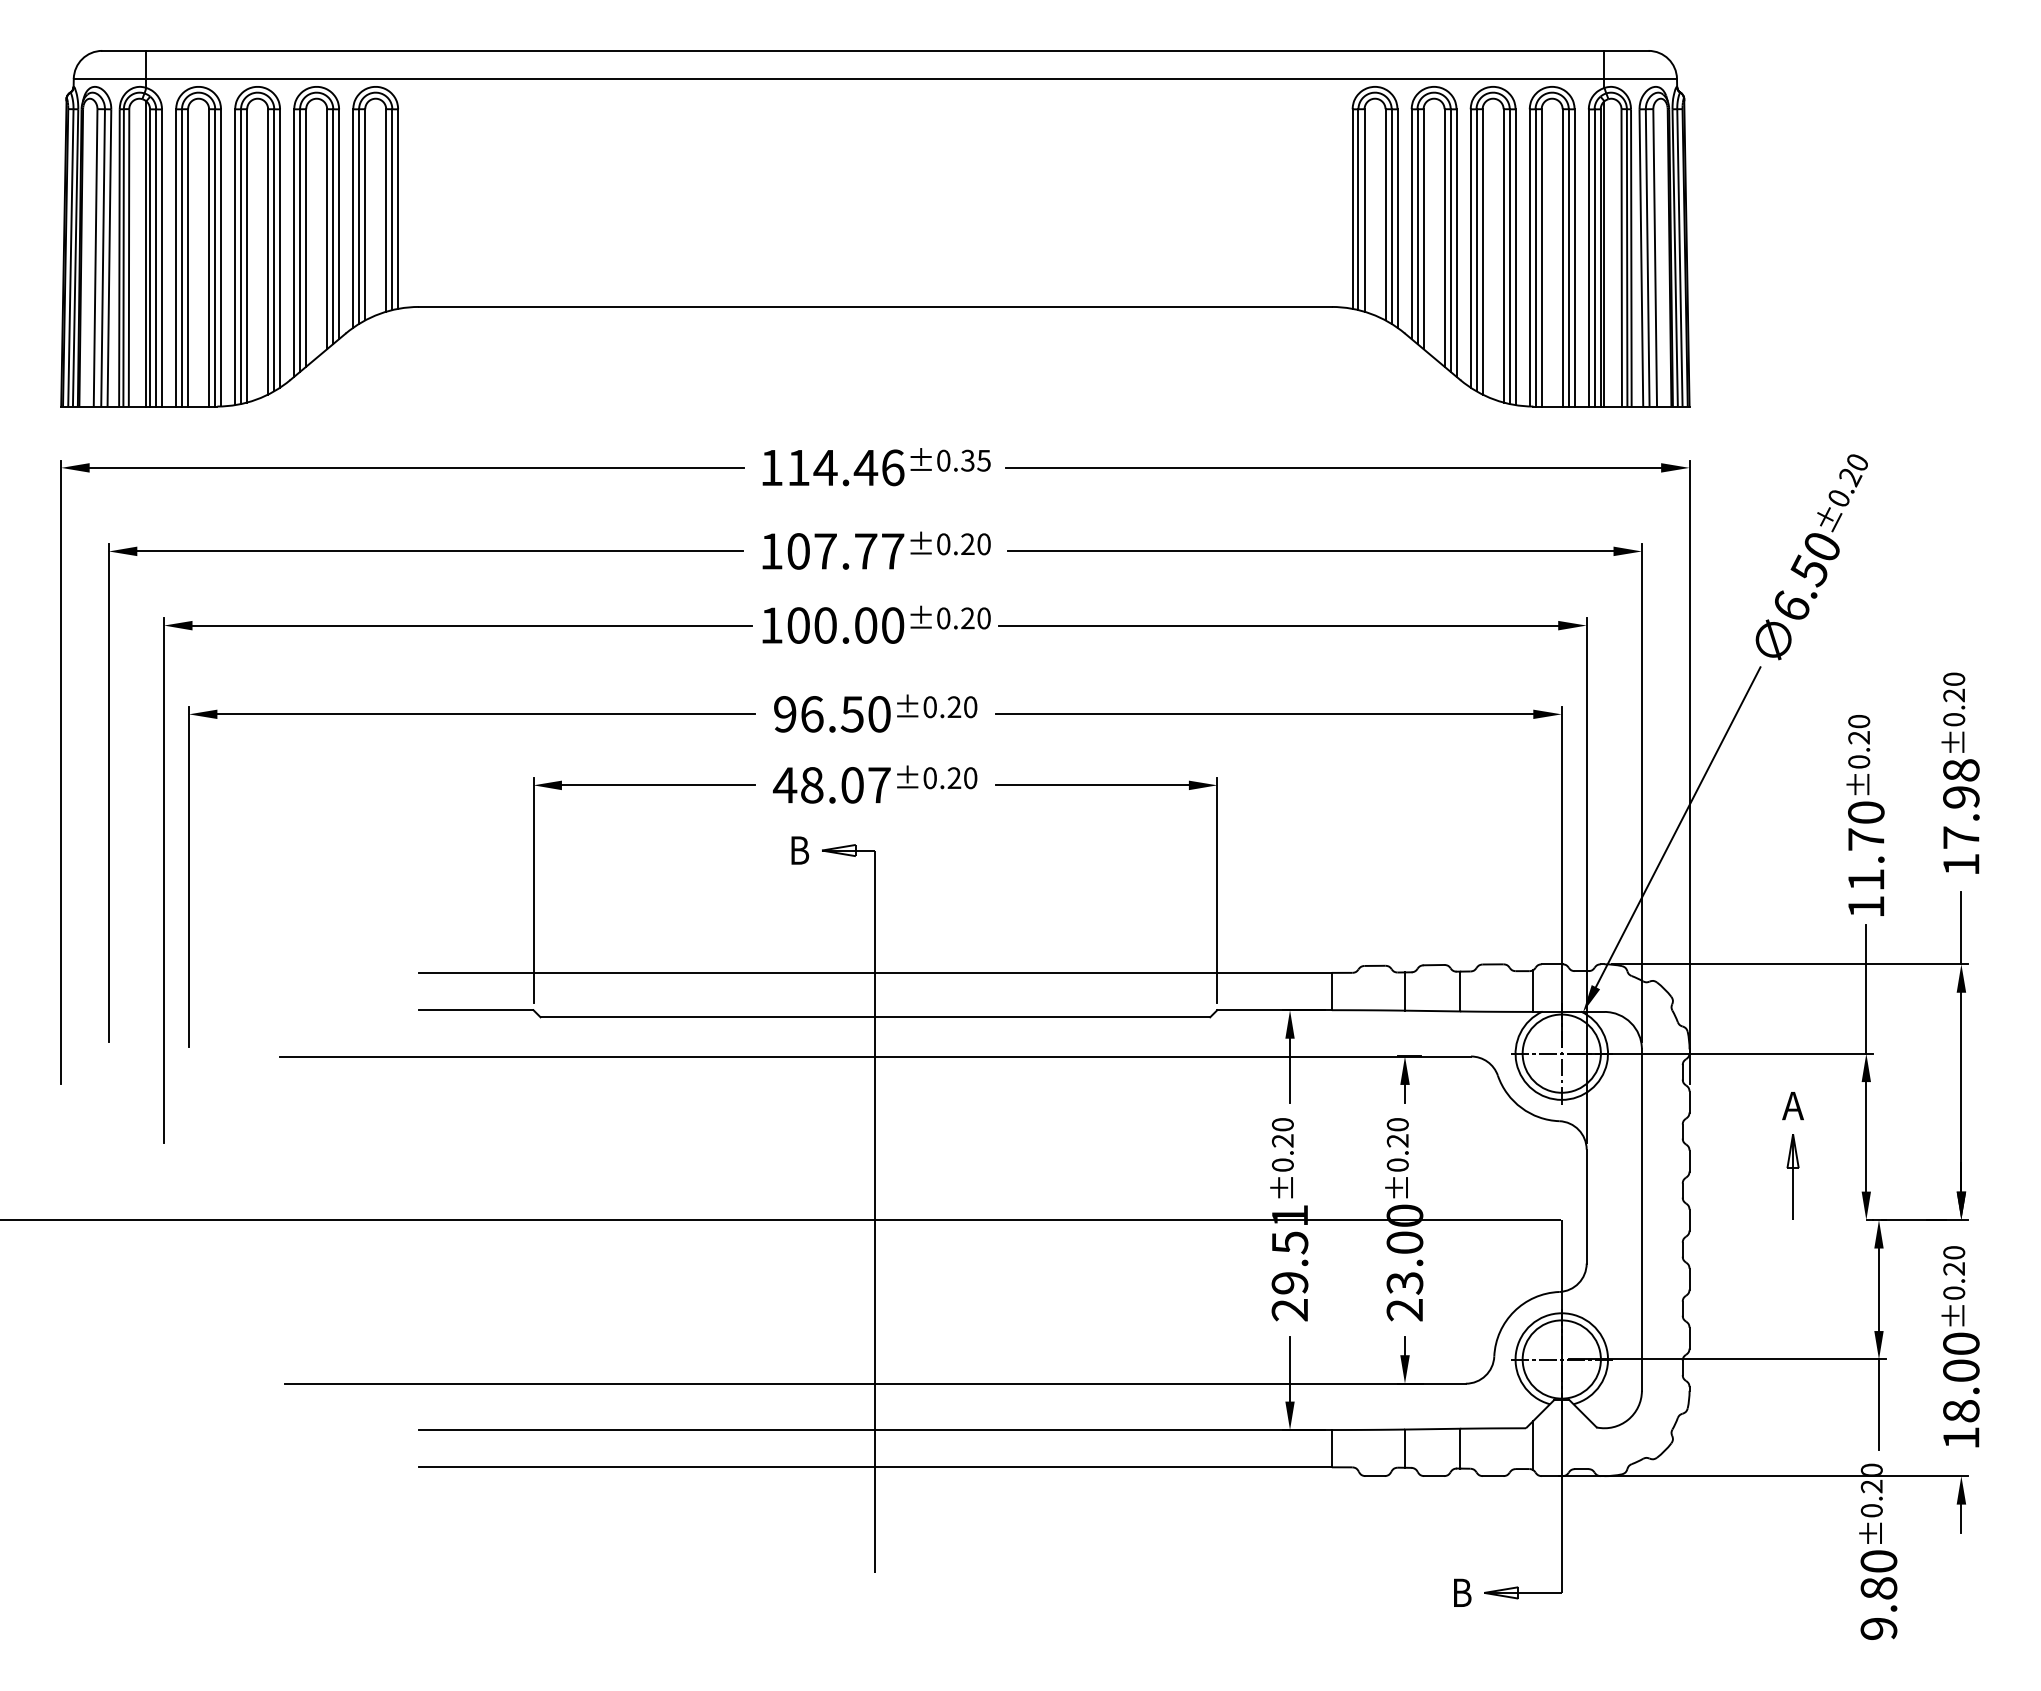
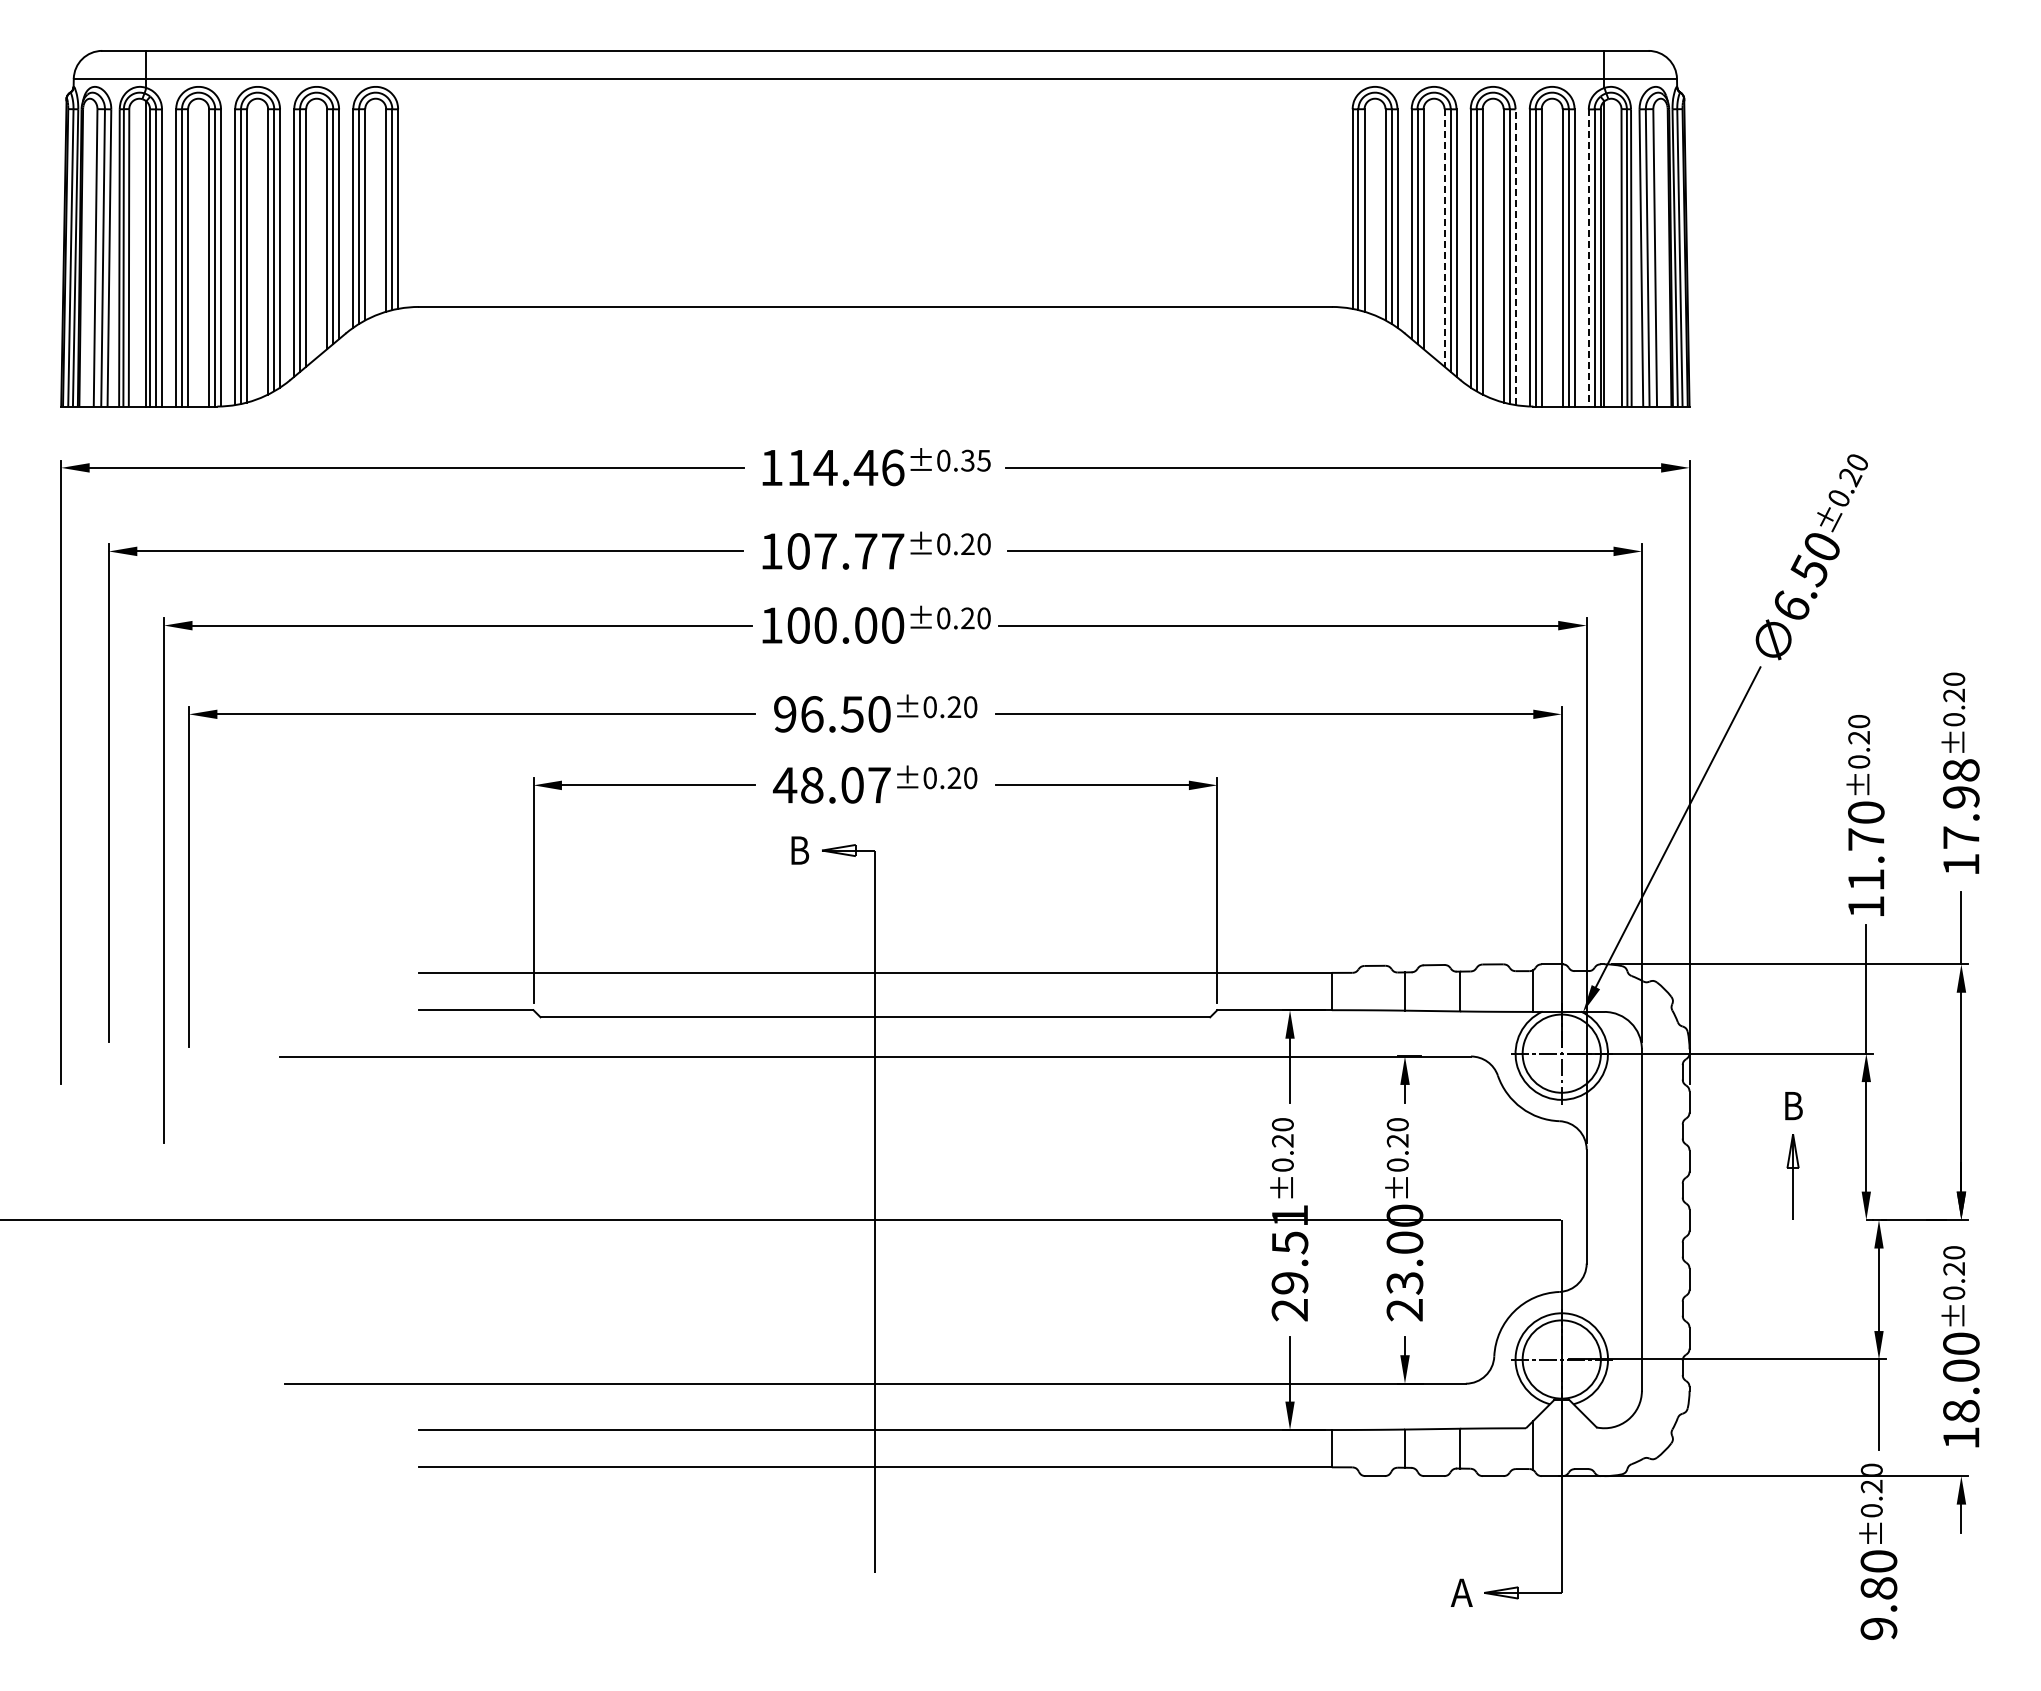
line at (1444, 238): solid -> dashed
line at (1515, 257): solid -> dashed
line at (1588, 258): solid -> dashed
text at (1792, 1106): A -> B
text at (1461, 1592): B -> A
